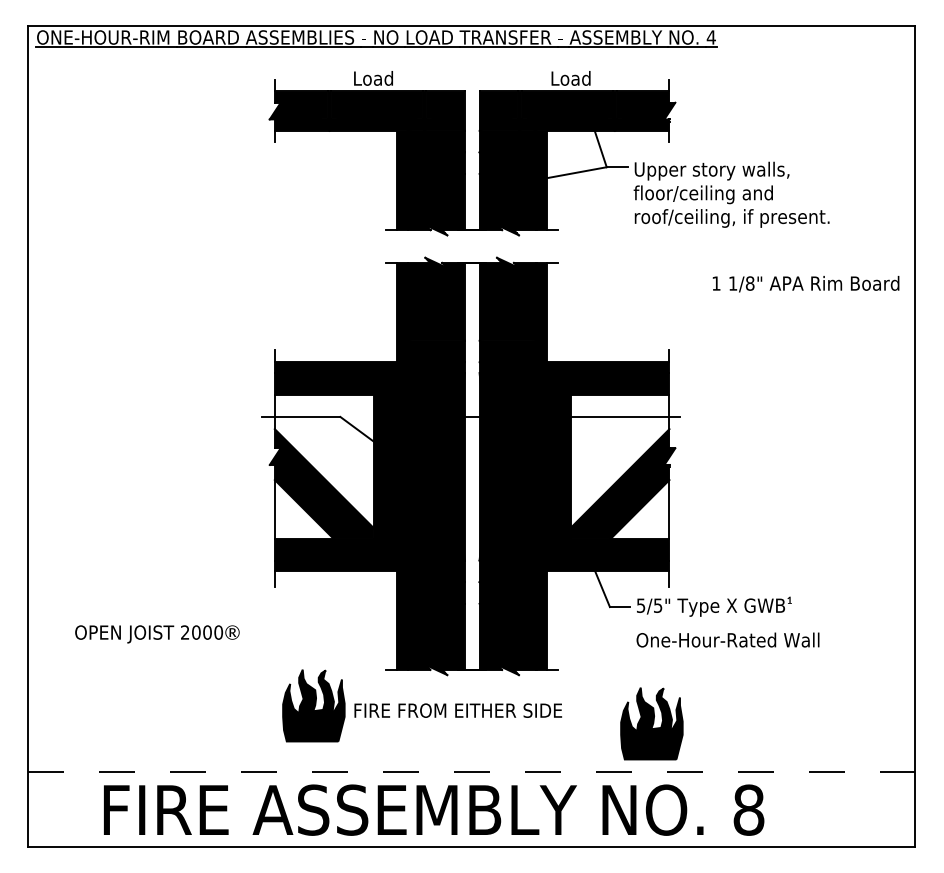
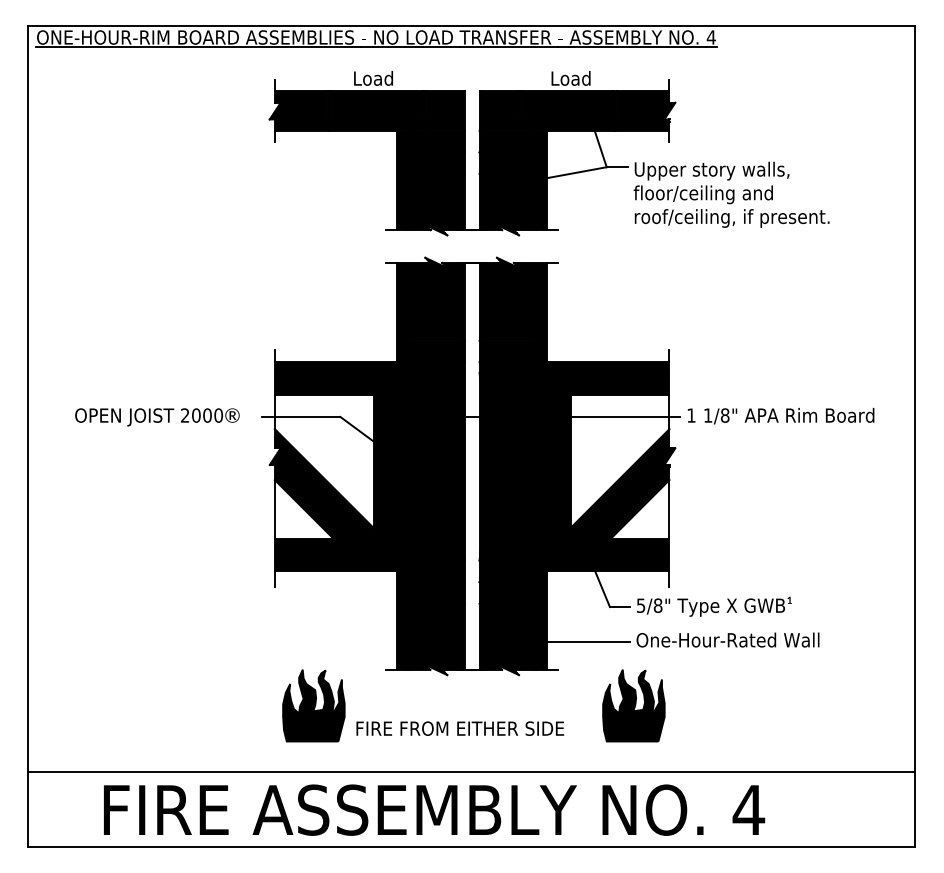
text at (805, 284) position: (805, 284) -> (780, 416)
text at (657, 605): 5/5" -> 5/8"
text at (157, 634) position: (157, 634) -> (157, 417)
line at (588, 641): none -> present
text at (457, 710) position: (457, 710) -> (459, 728)
part at (651, 723) position: (651, 723) -> (633, 705)
line at (472, 772): dashed -> solid
text at (748, 809): 8 -> 4
